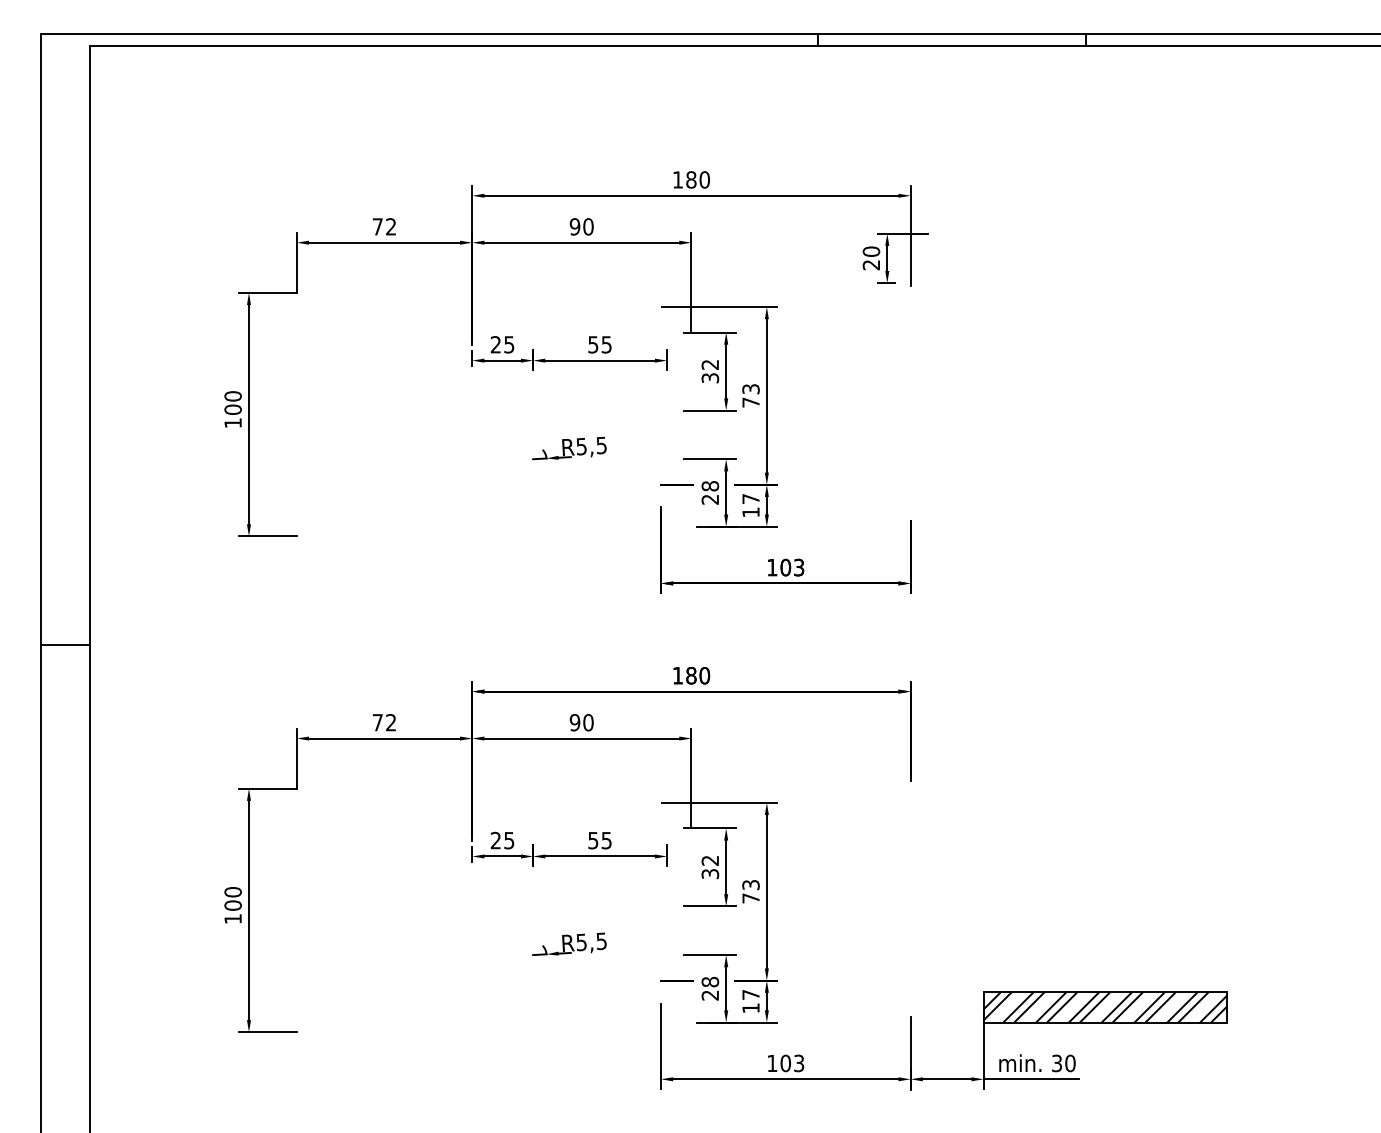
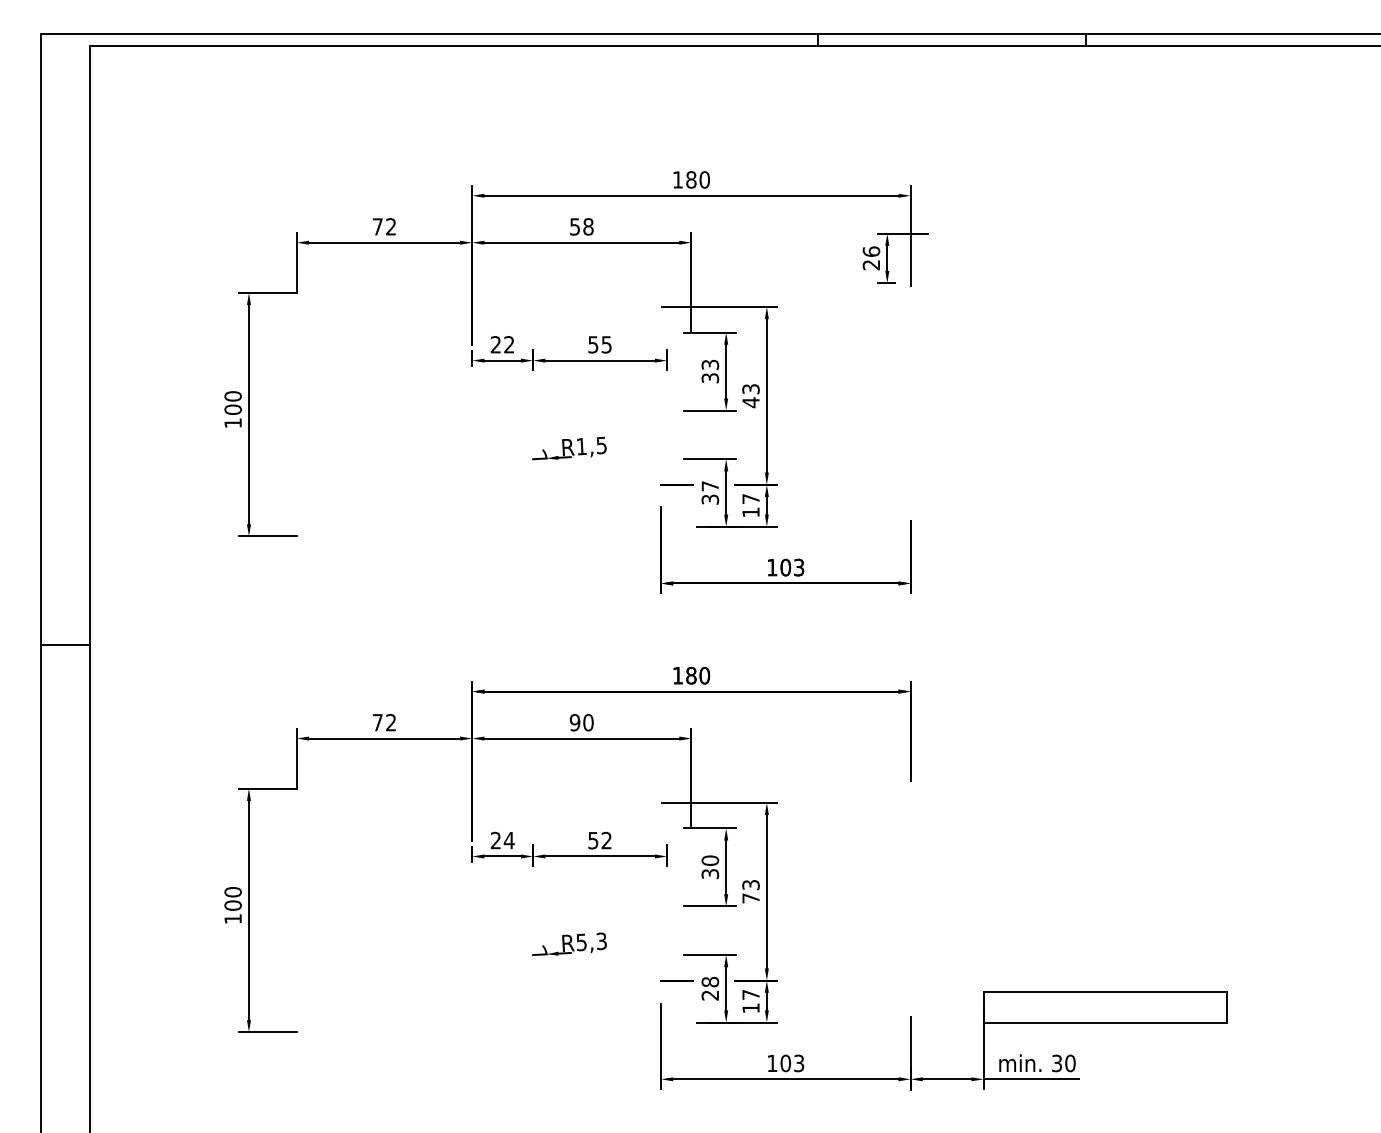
text at (581, 226): 90 -> 58
text at (870, 251): 20 -> 26
text at (509, 344): 25 -> 22
text at (710, 364): 32 -> 33
text at (750, 402): 73 -> 43
text at (581, 446): R5,5 -> R1,5
text at (710, 492): 28 -> 37
text at (508, 840): 25 -> 24
text at (606, 840): 55 -> 52
text at (710, 860): 32 -> 30
text at (601, 940): R5,5 -> R5,3
hatch at (1105, 1007): present -> none
